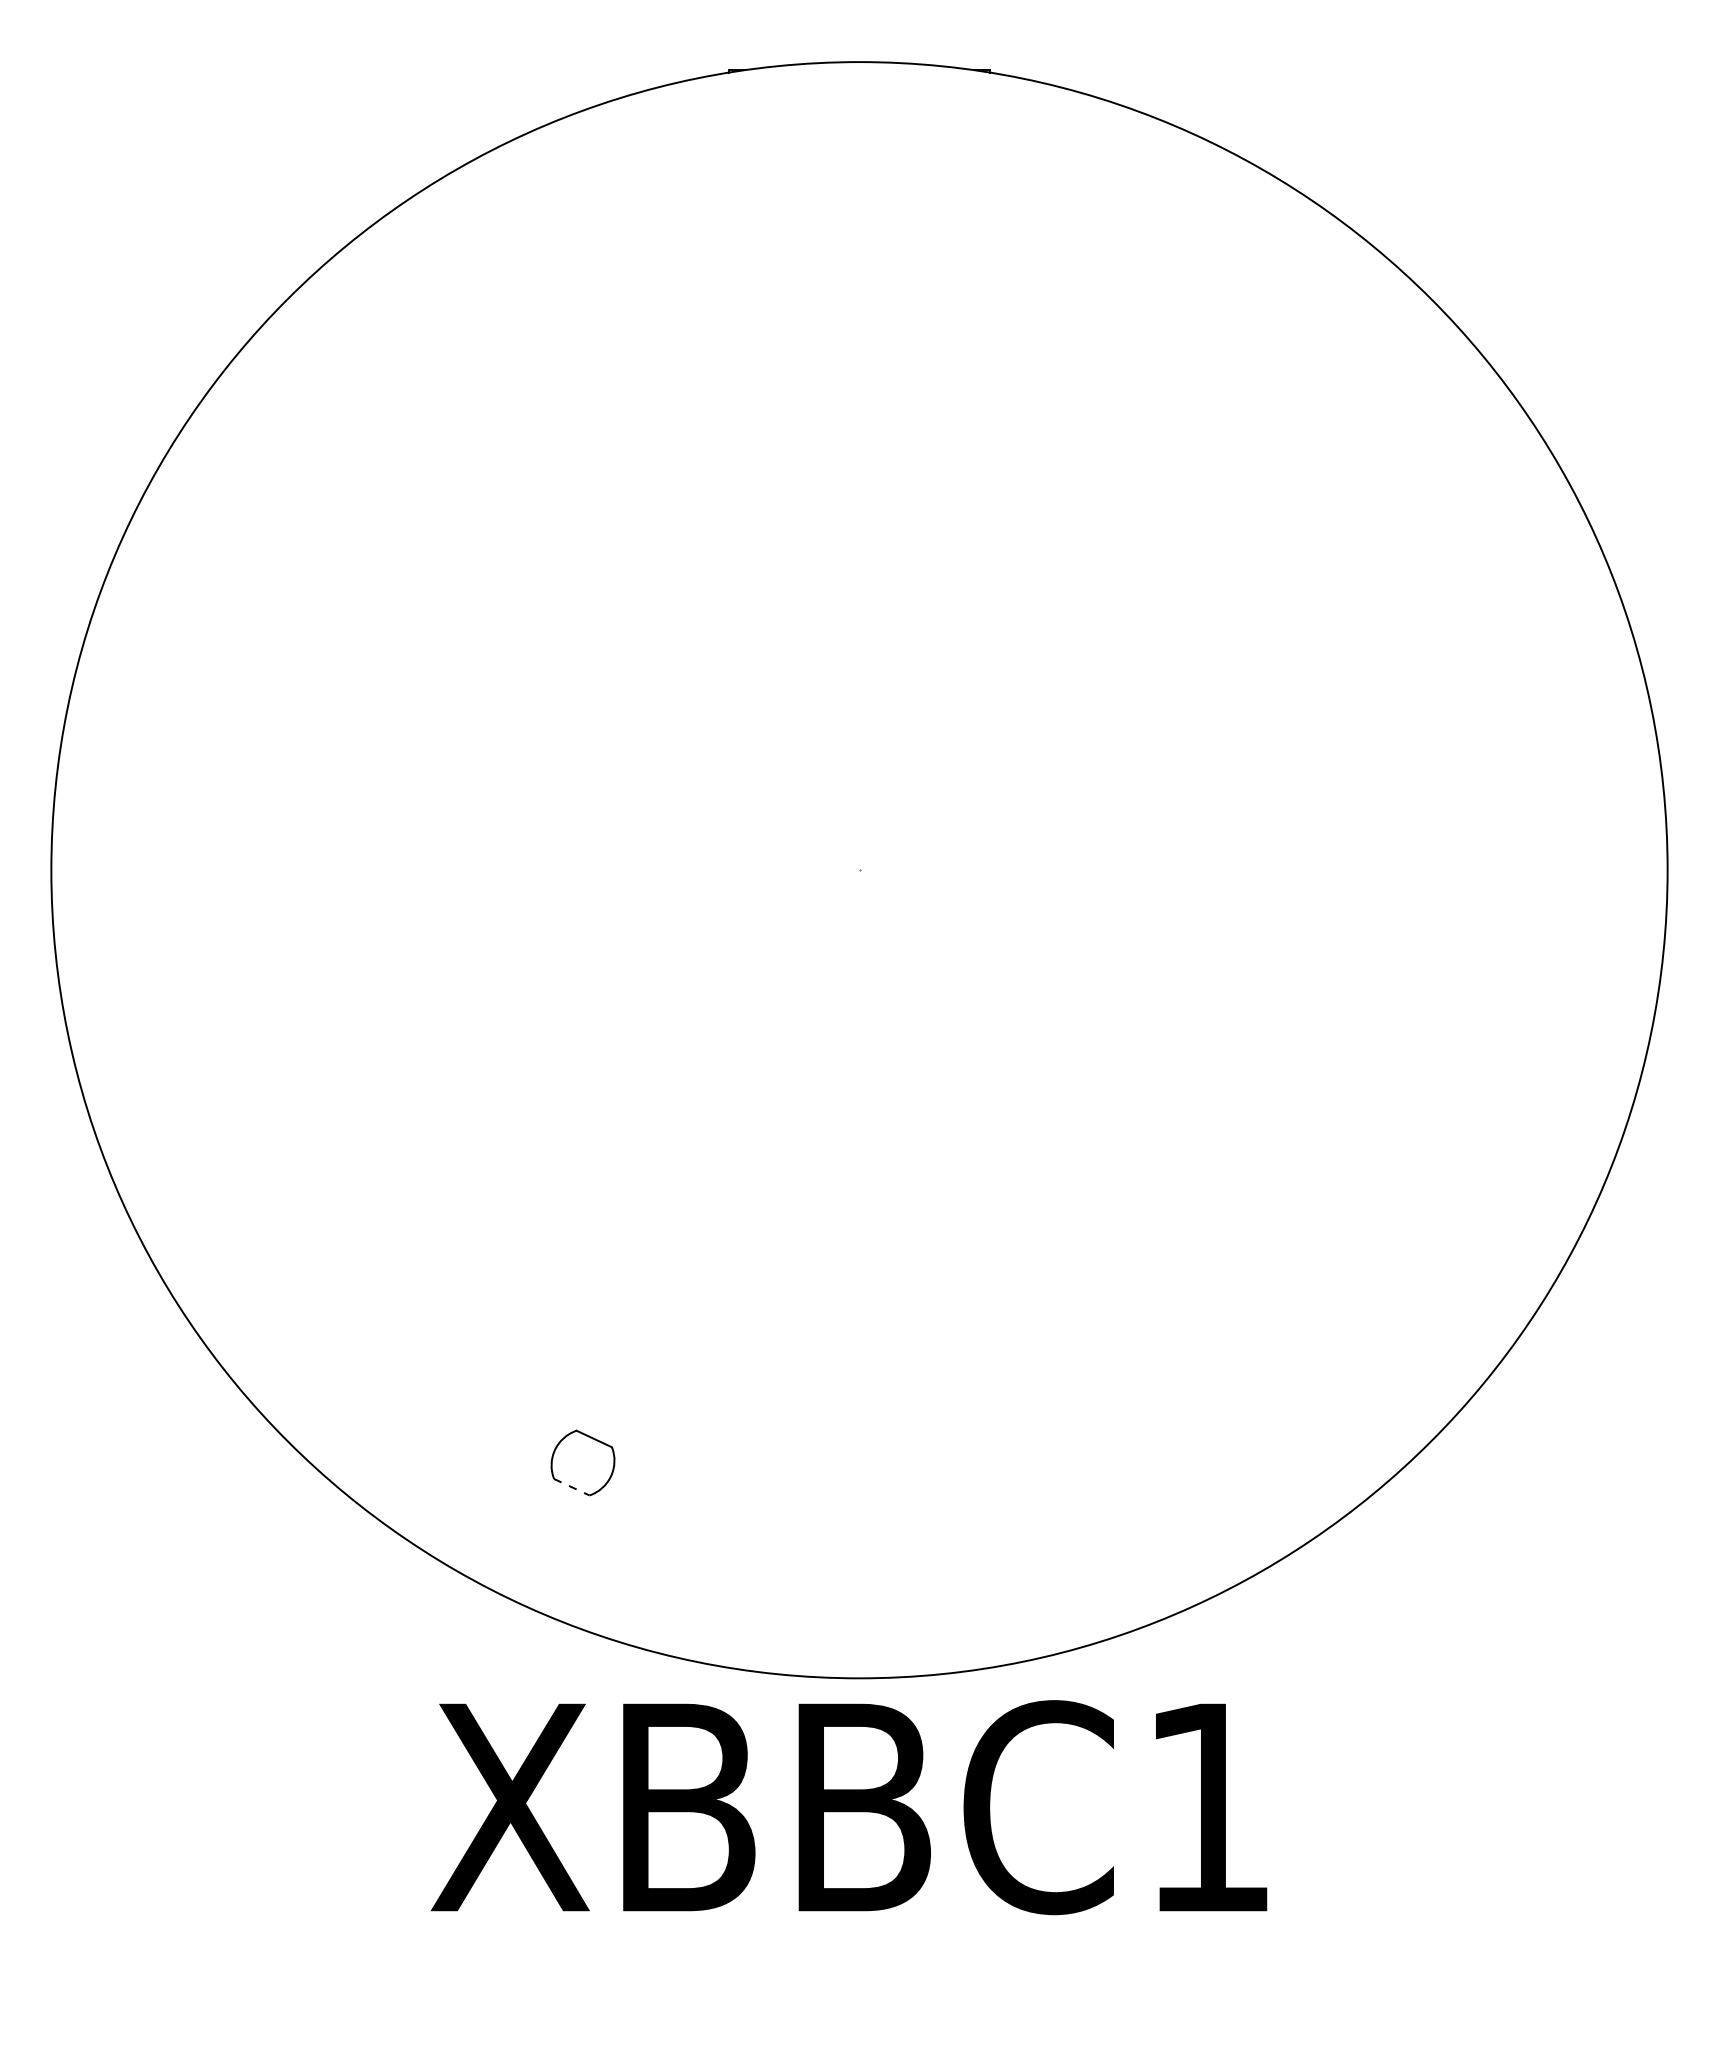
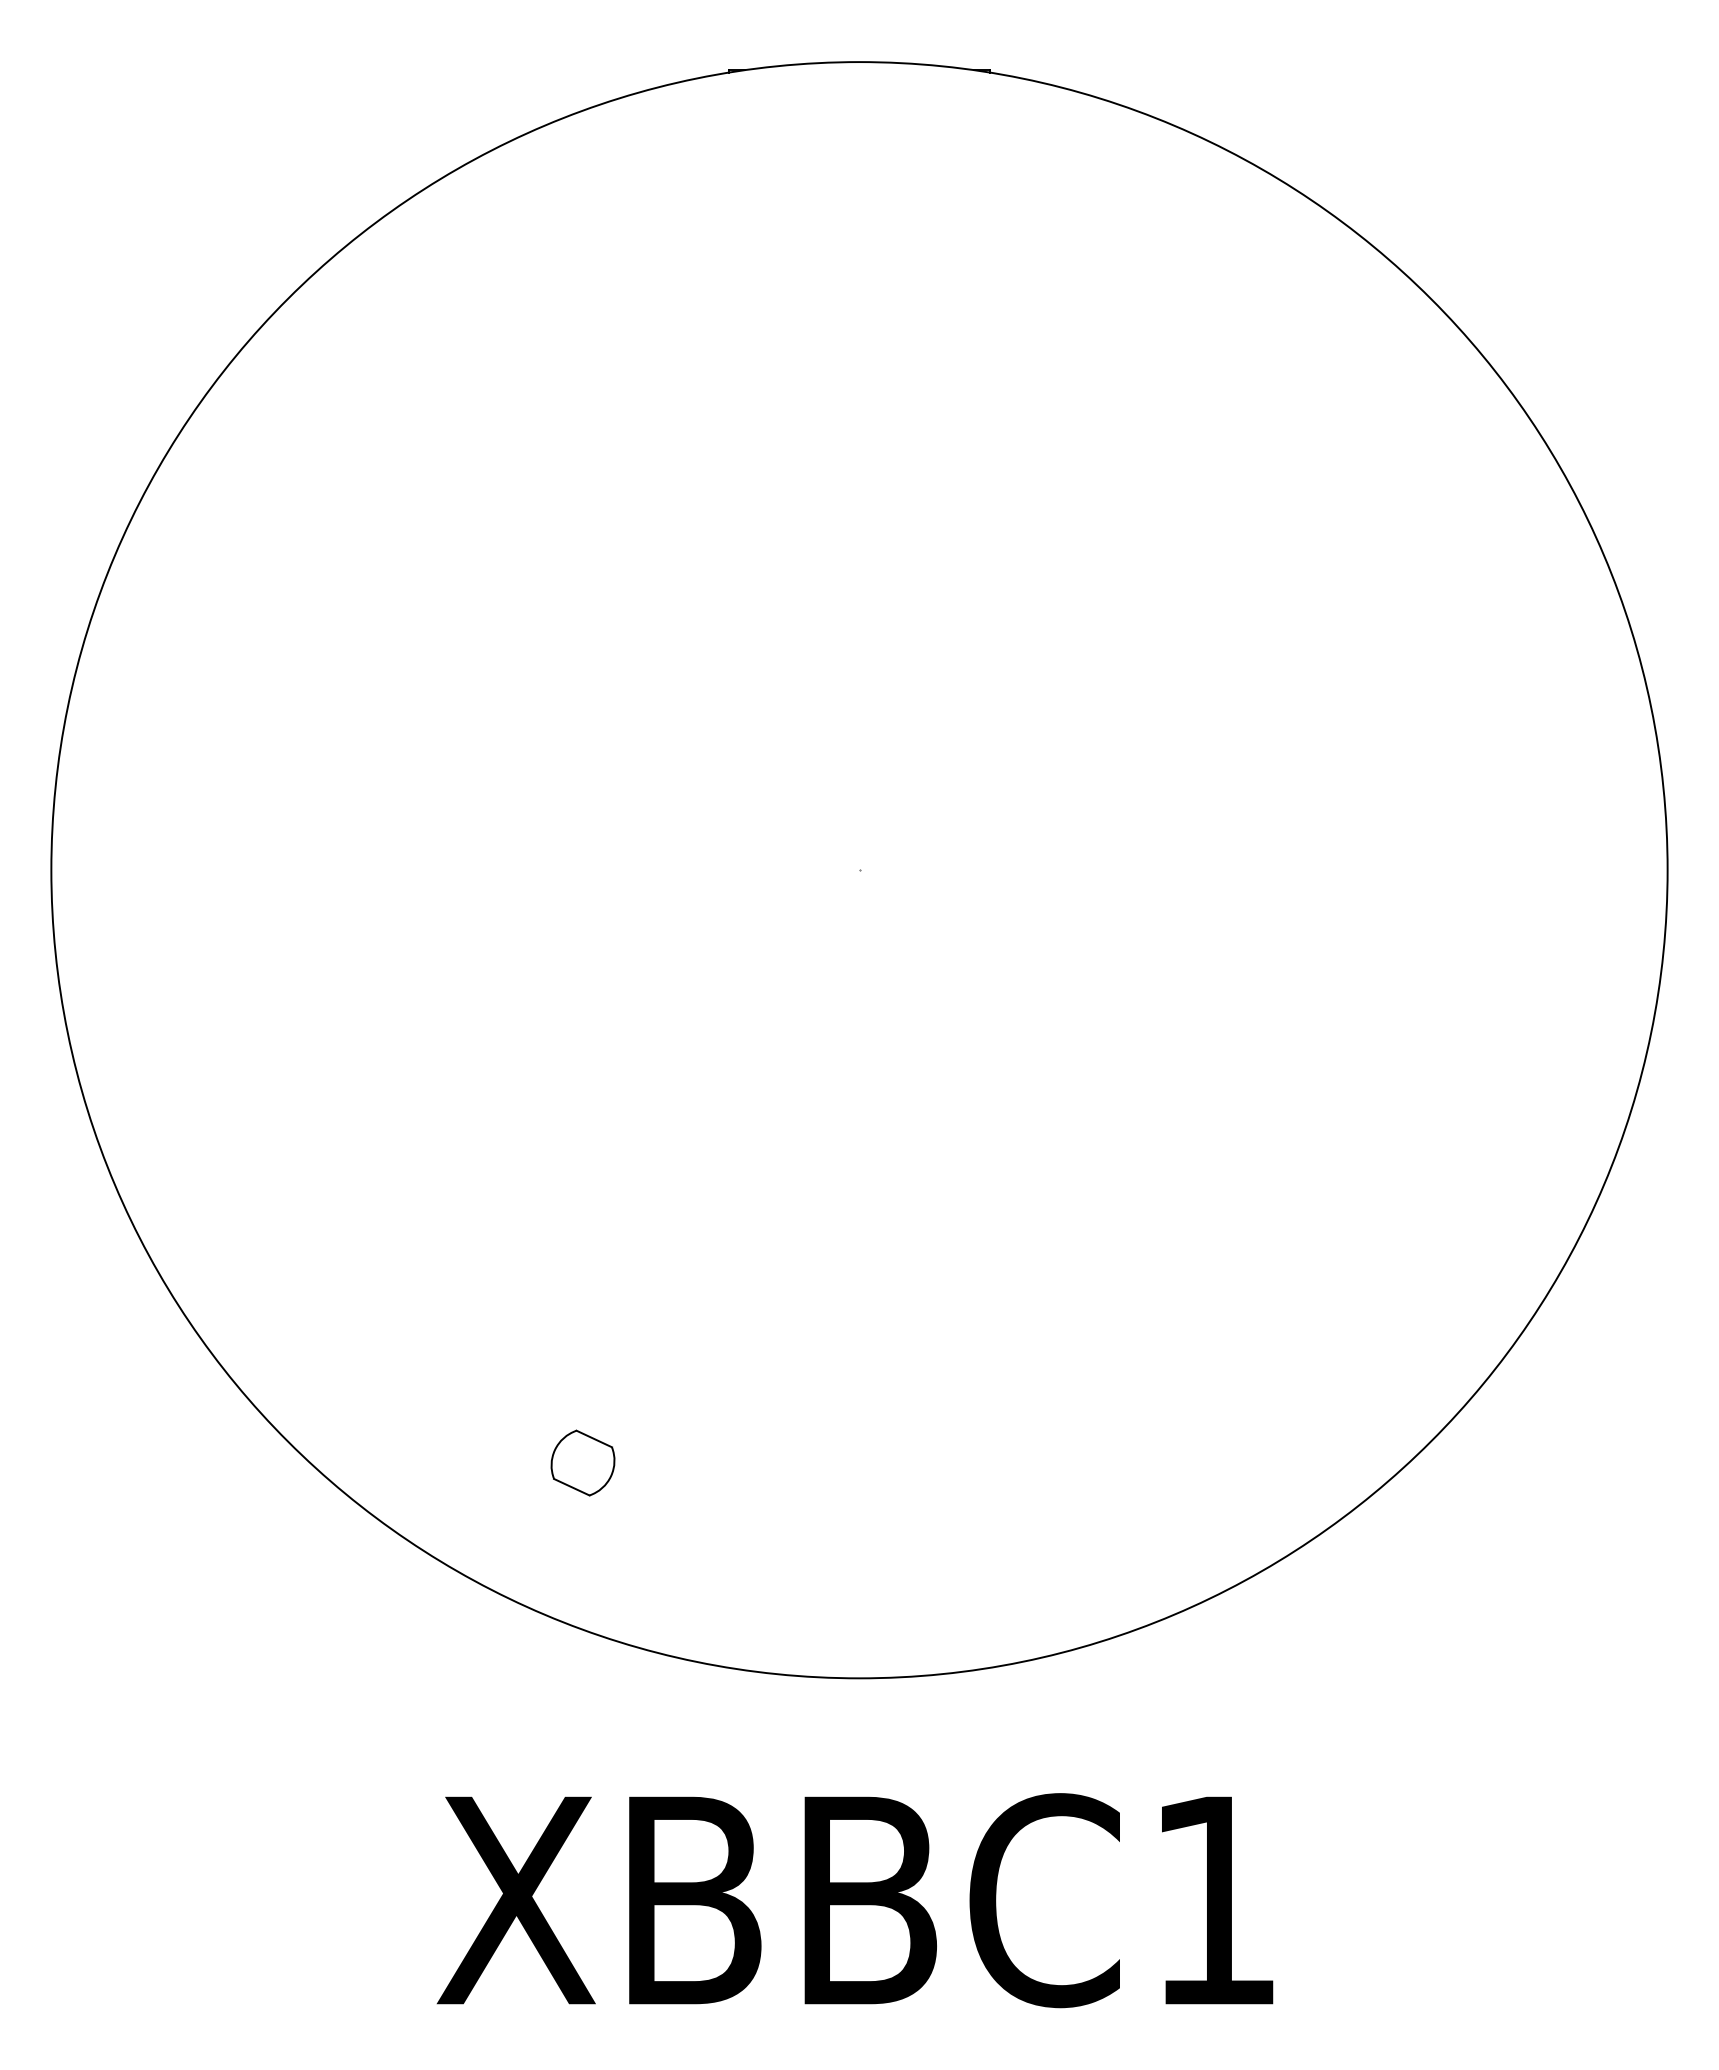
line at (571, 1487): dashed -> solid
text at (848, 1807) position: (848, 1807) -> (854, 1900)
